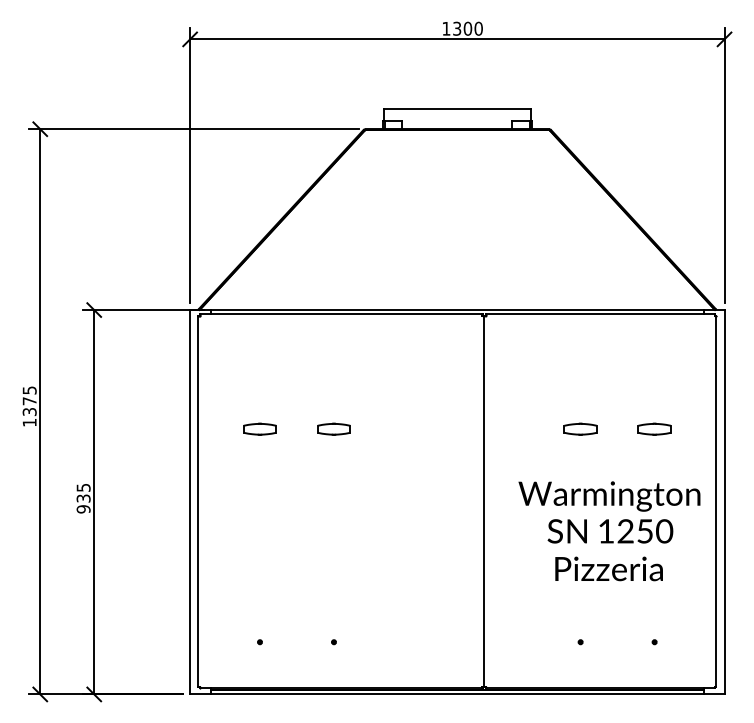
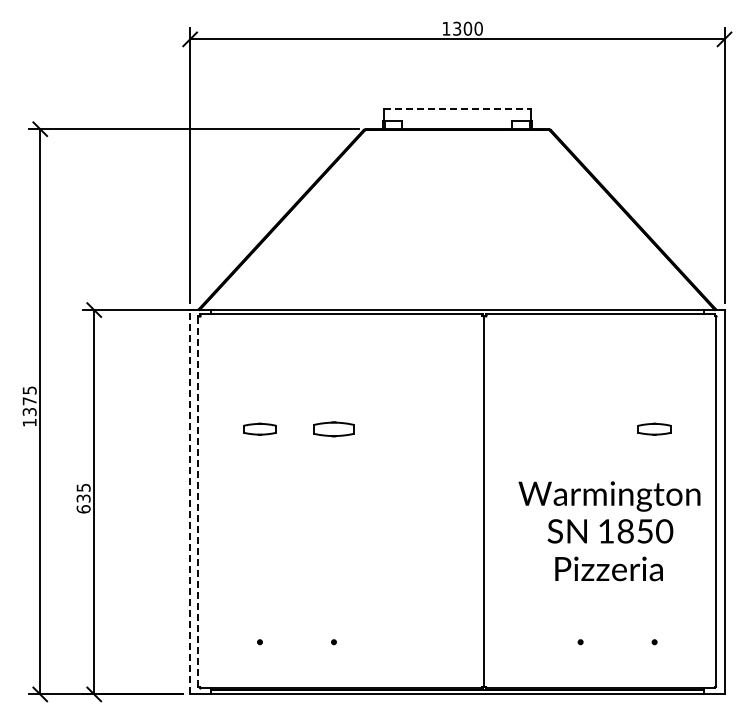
line at (457, 108): solid -> dashed
part at (333, 428) size: 34x14 px -> 42x17 px
part at (580, 428): present -> none
line at (198, 500): solid -> dashed
line at (190, 501): solid -> dashed
text at (83, 509): 935 -> 635
text at (625, 531): 1250 -> 1850
